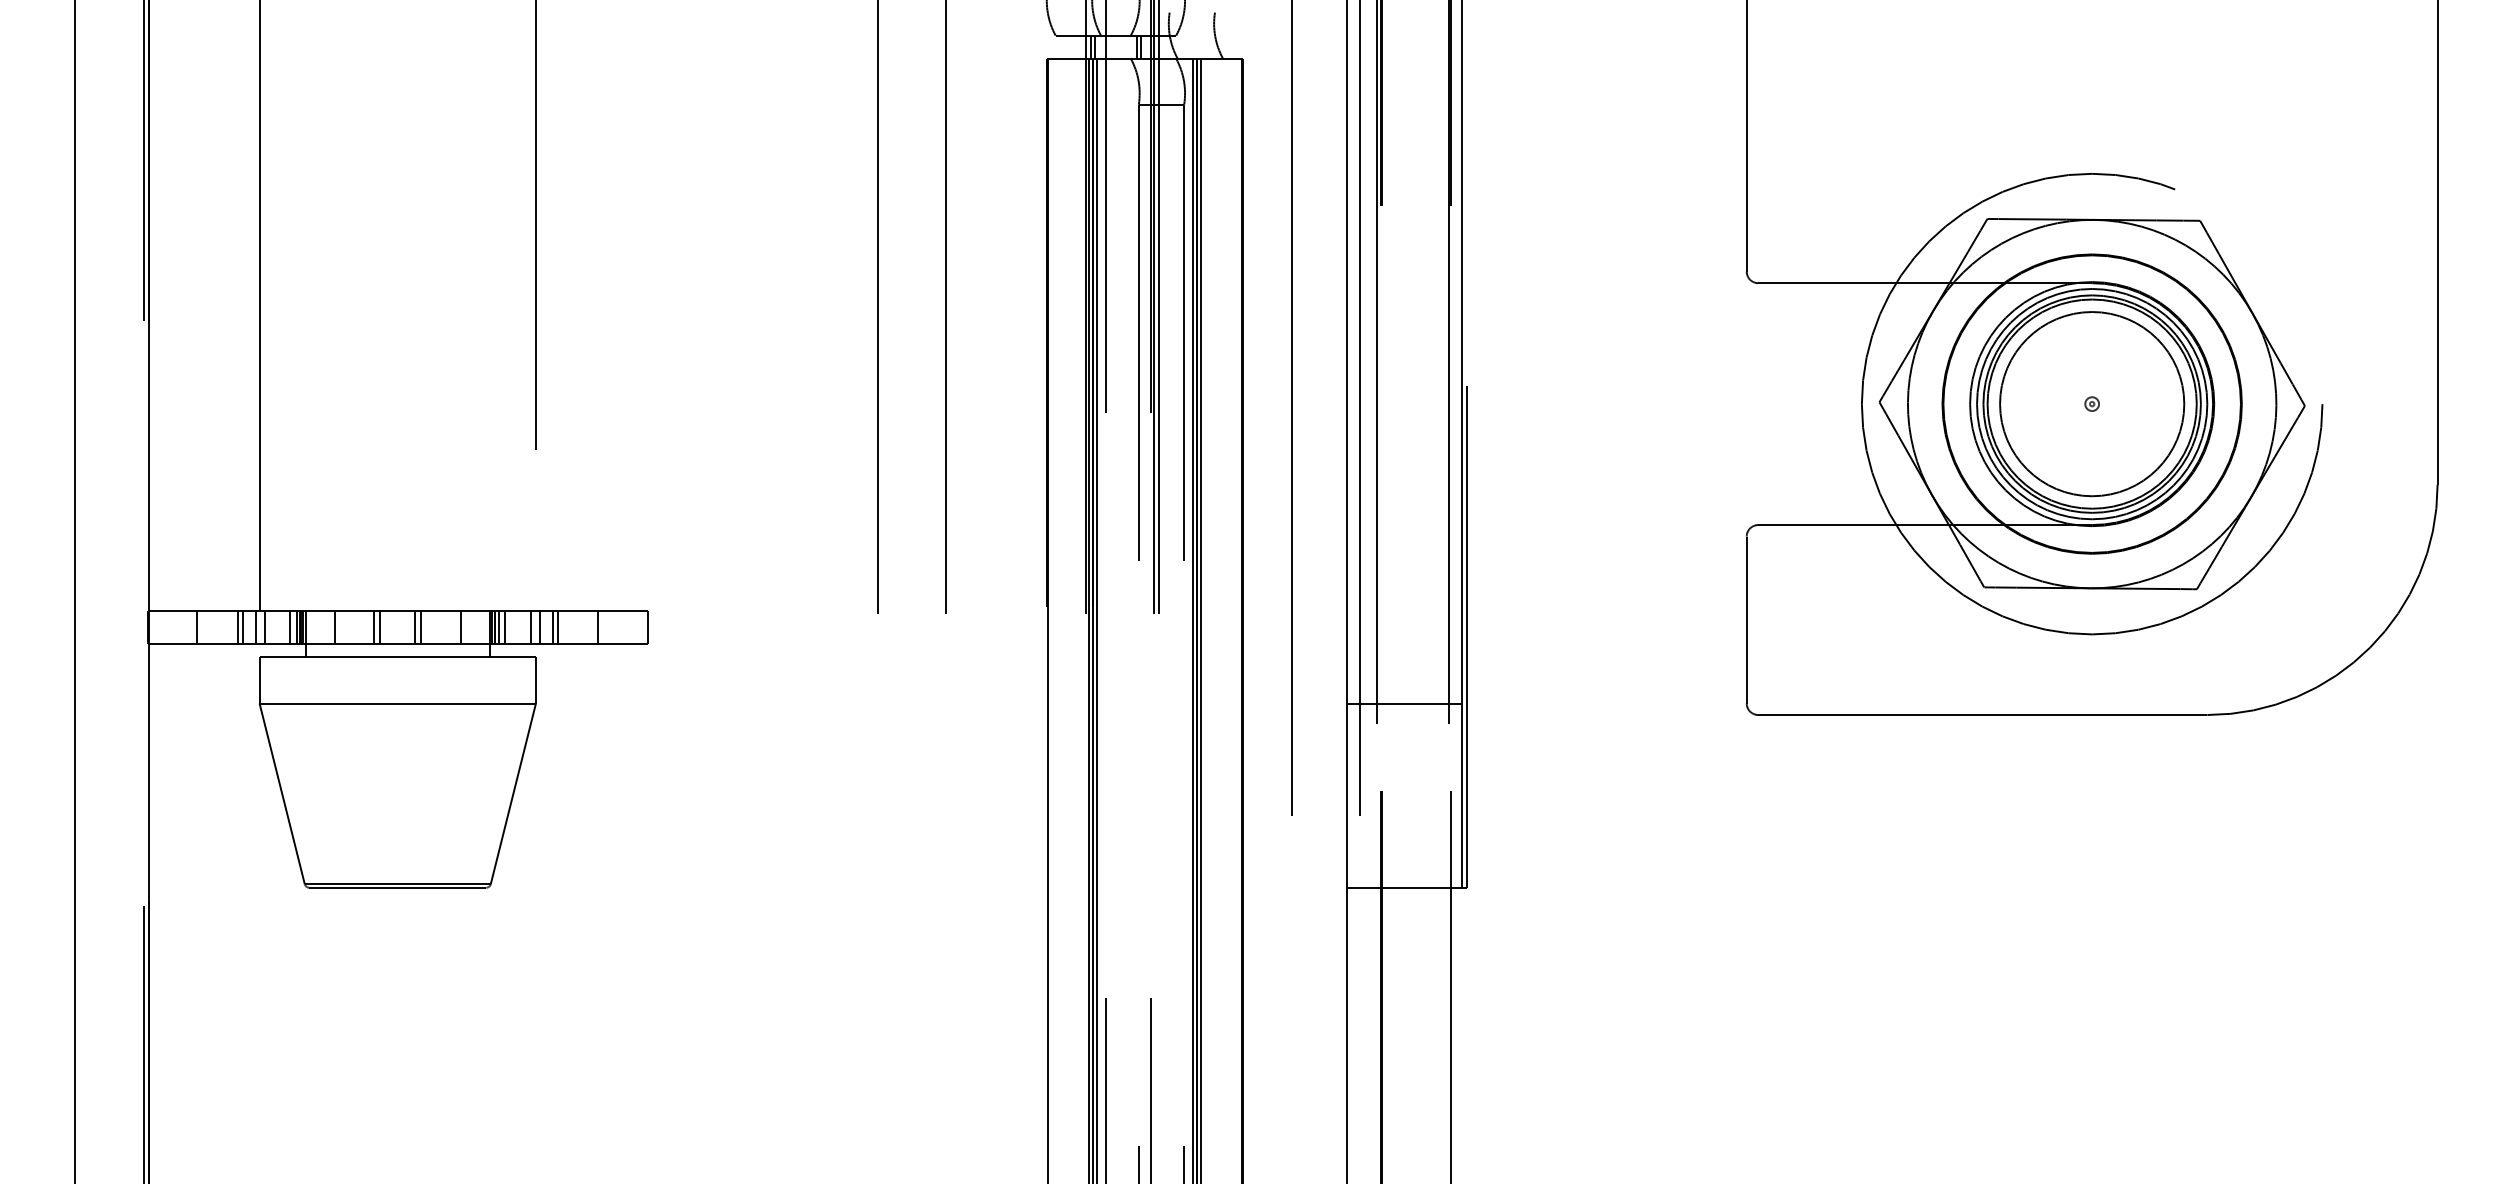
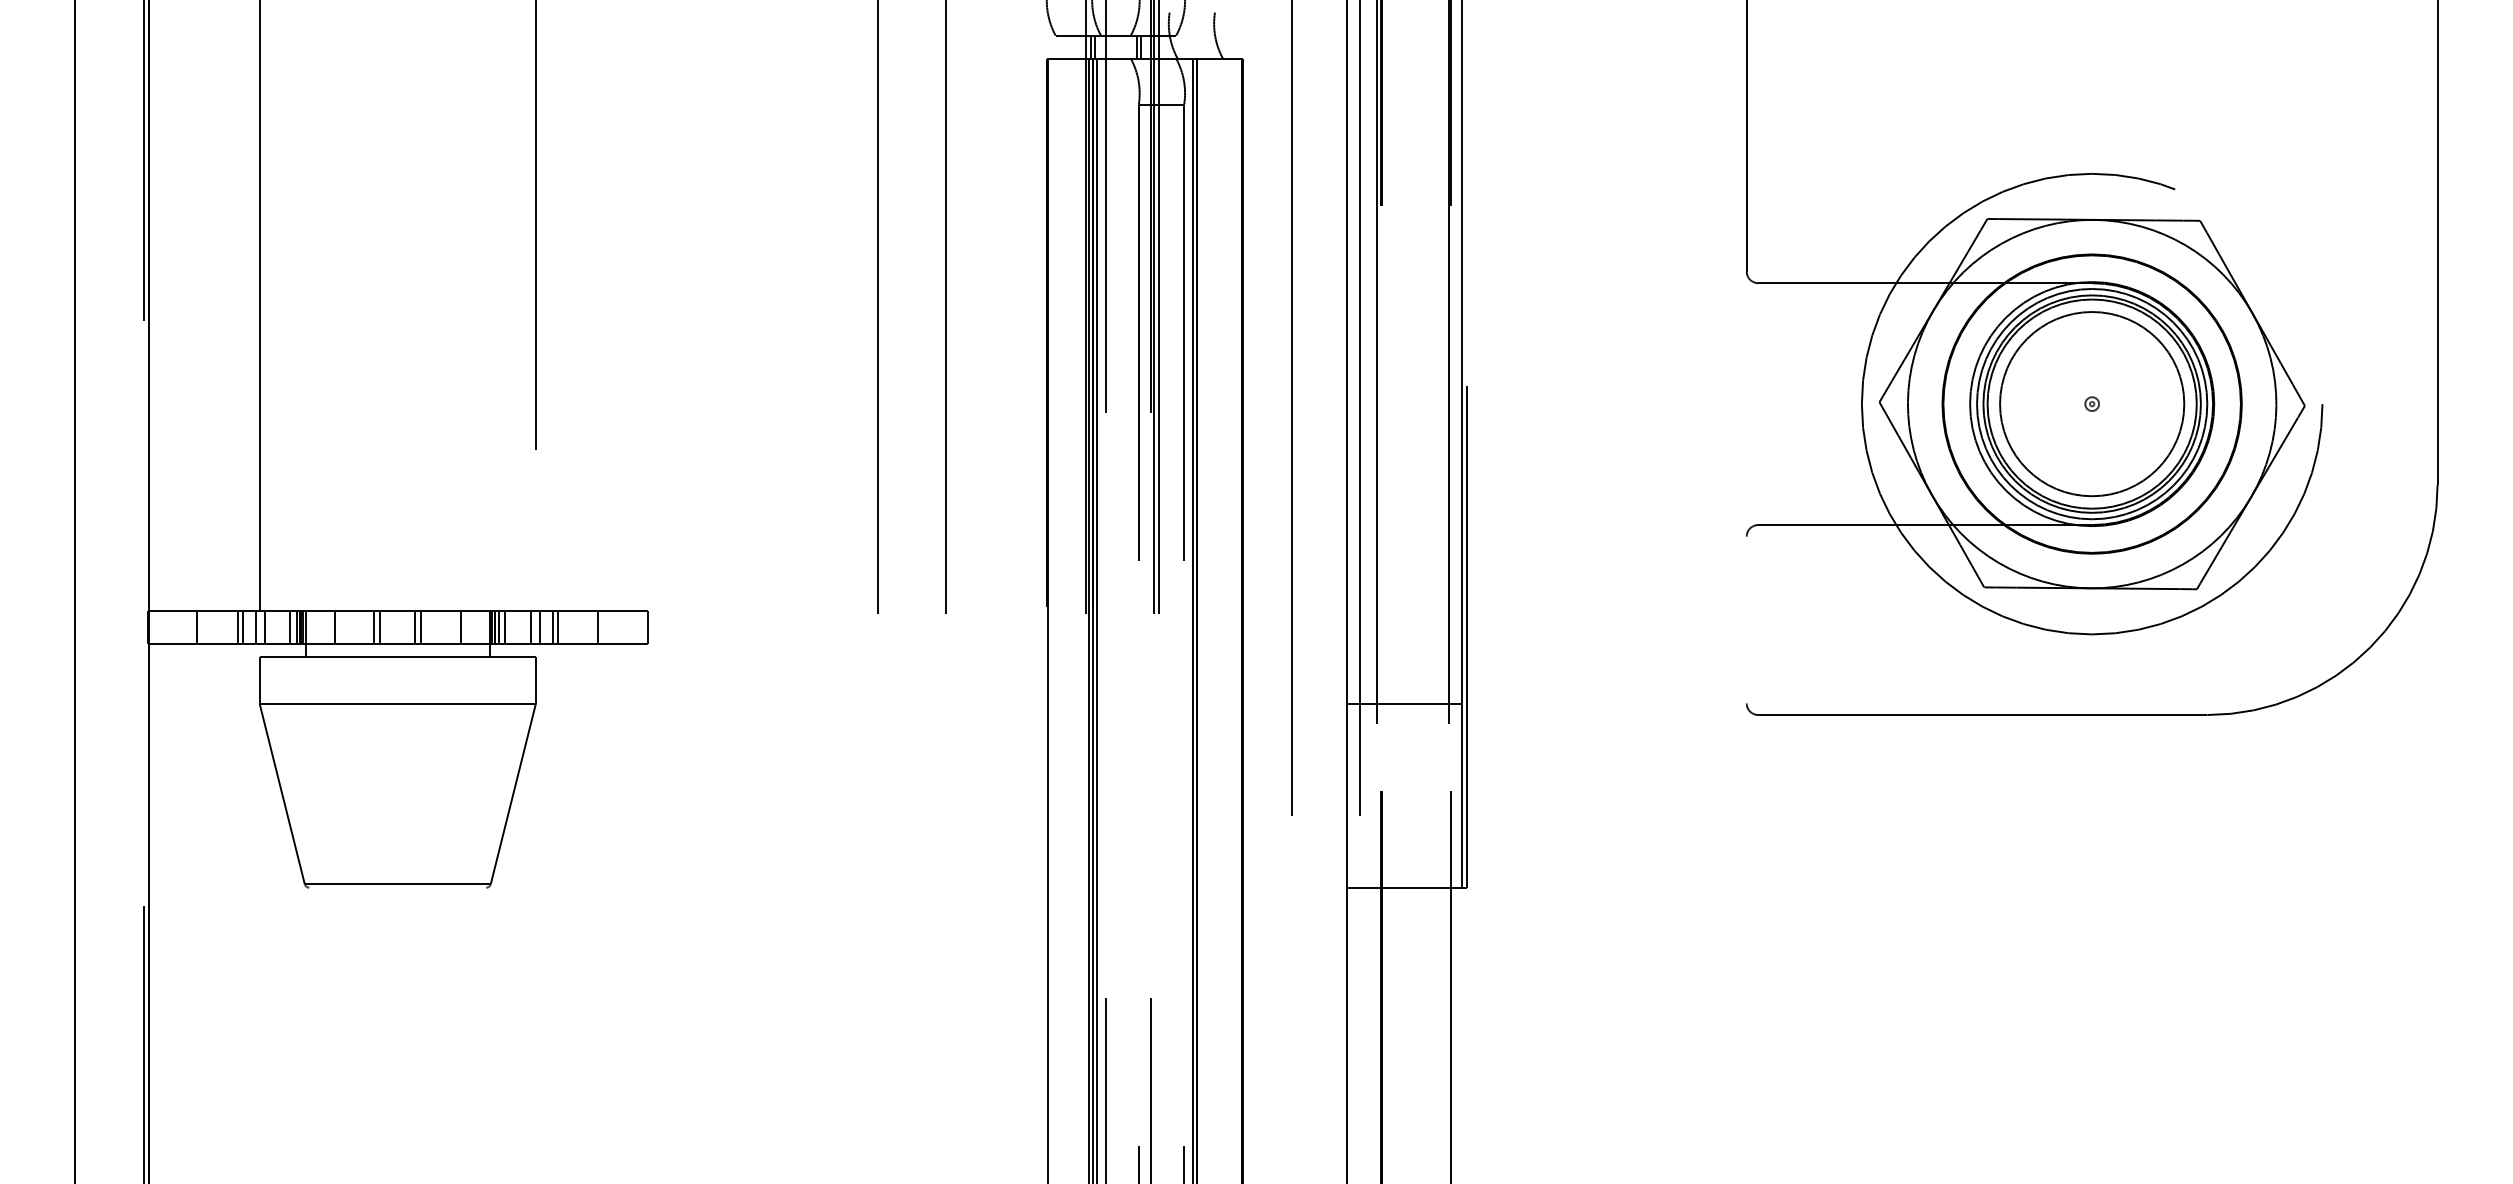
line at (1201, 619): present -> none
line at (1746, 619): present -> none
line at (397, 887): present -> none
